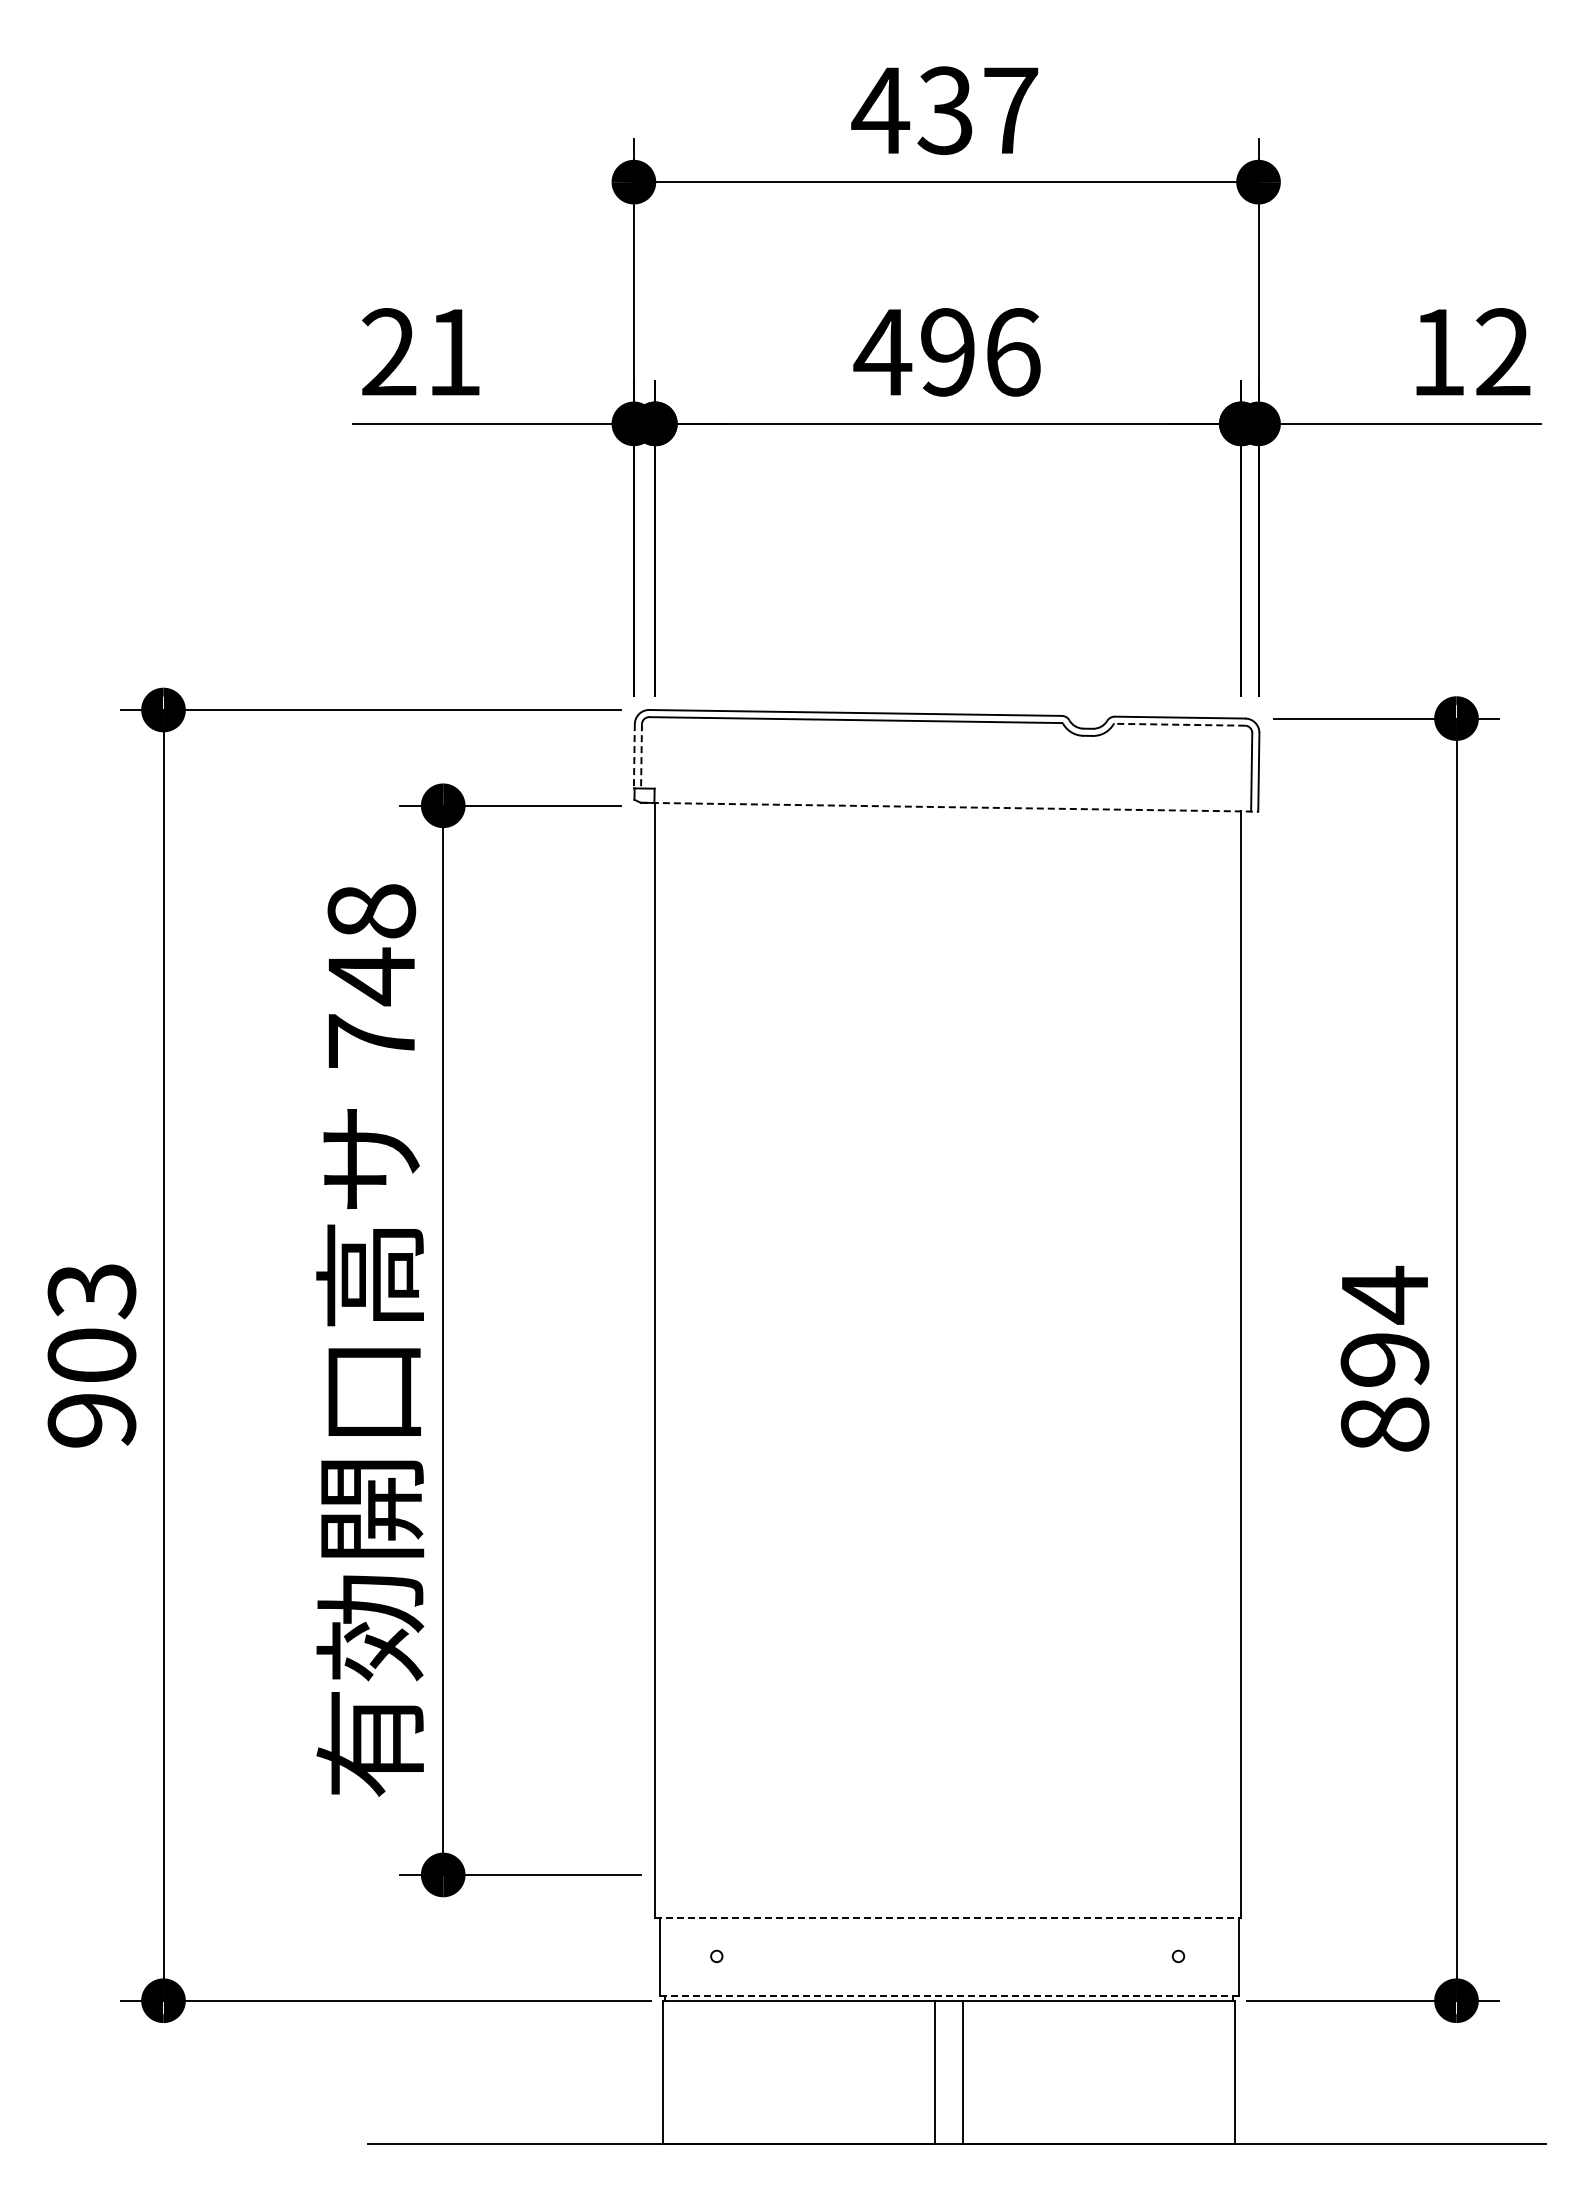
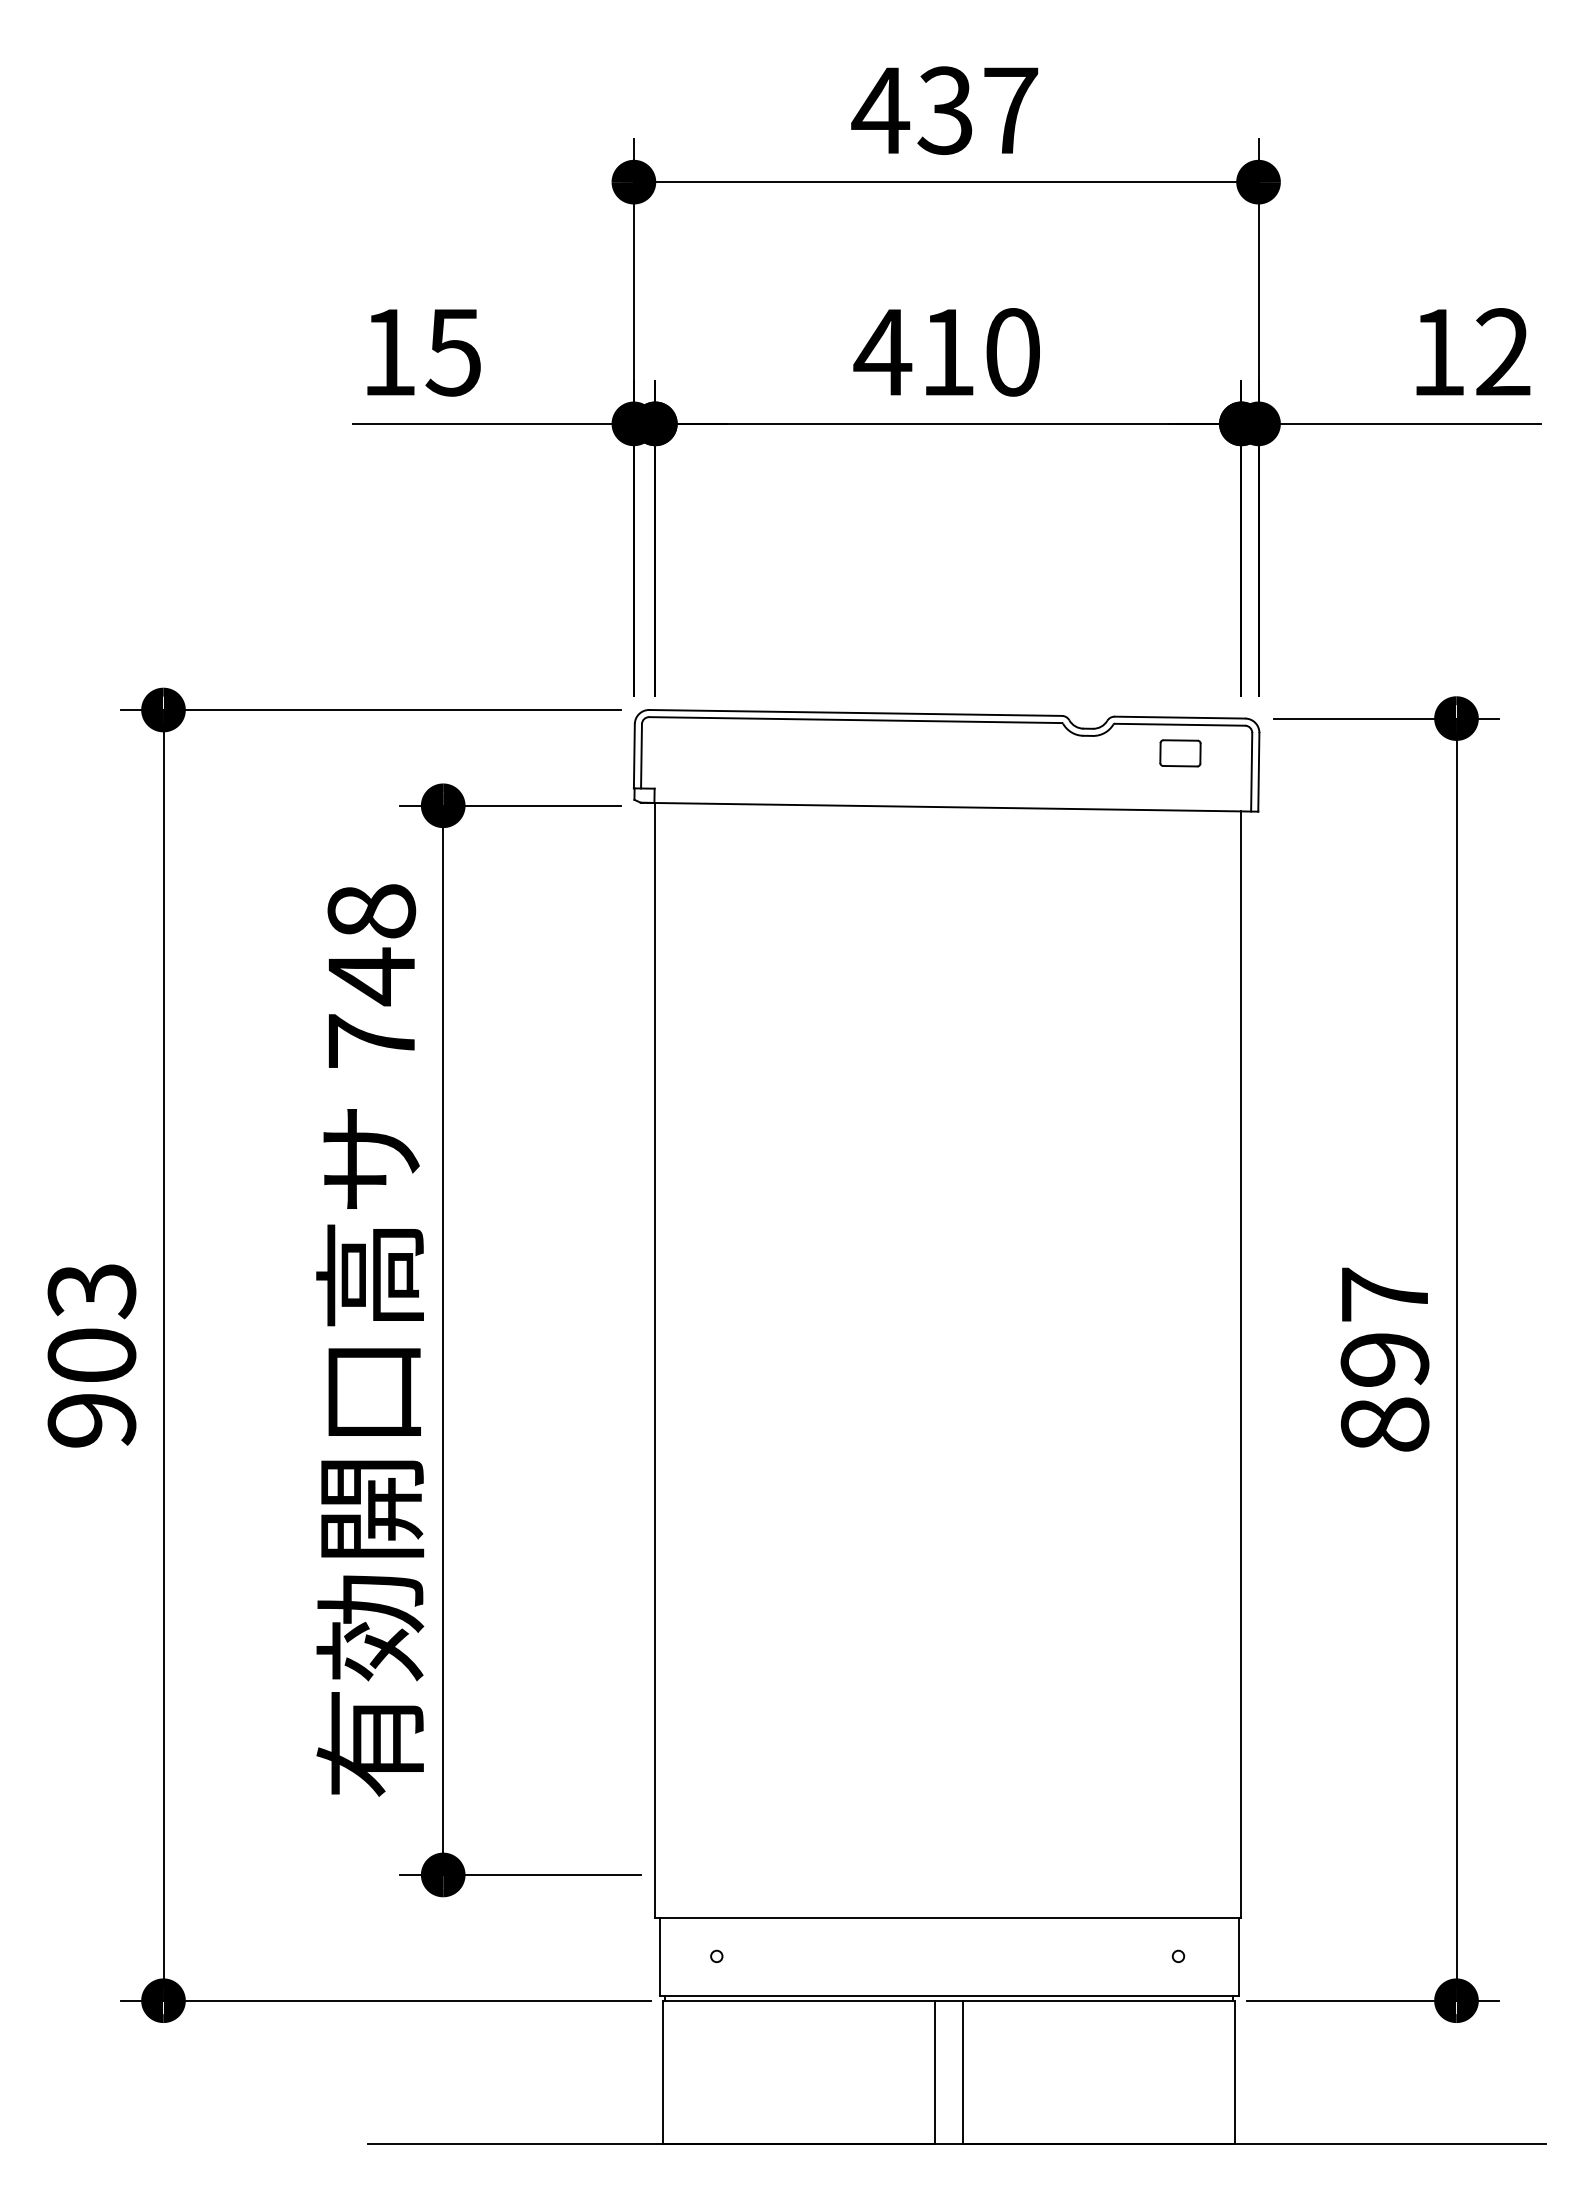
text at (421, 352): 21 -> 15
text at (980, 352): 496 -> 410
line at (1179, 724): dashed -> solid
part at (1180, 753): none -> present
line at (634, 756): dashed -> solid
line at (641, 756): dashed -> solid
line at (949, 807): dashed -> solid
text at (1384, 1294): 894 -> 897
line at (948, 1917): dashed -> solid
line at (949, 1996): dashed -> solid
